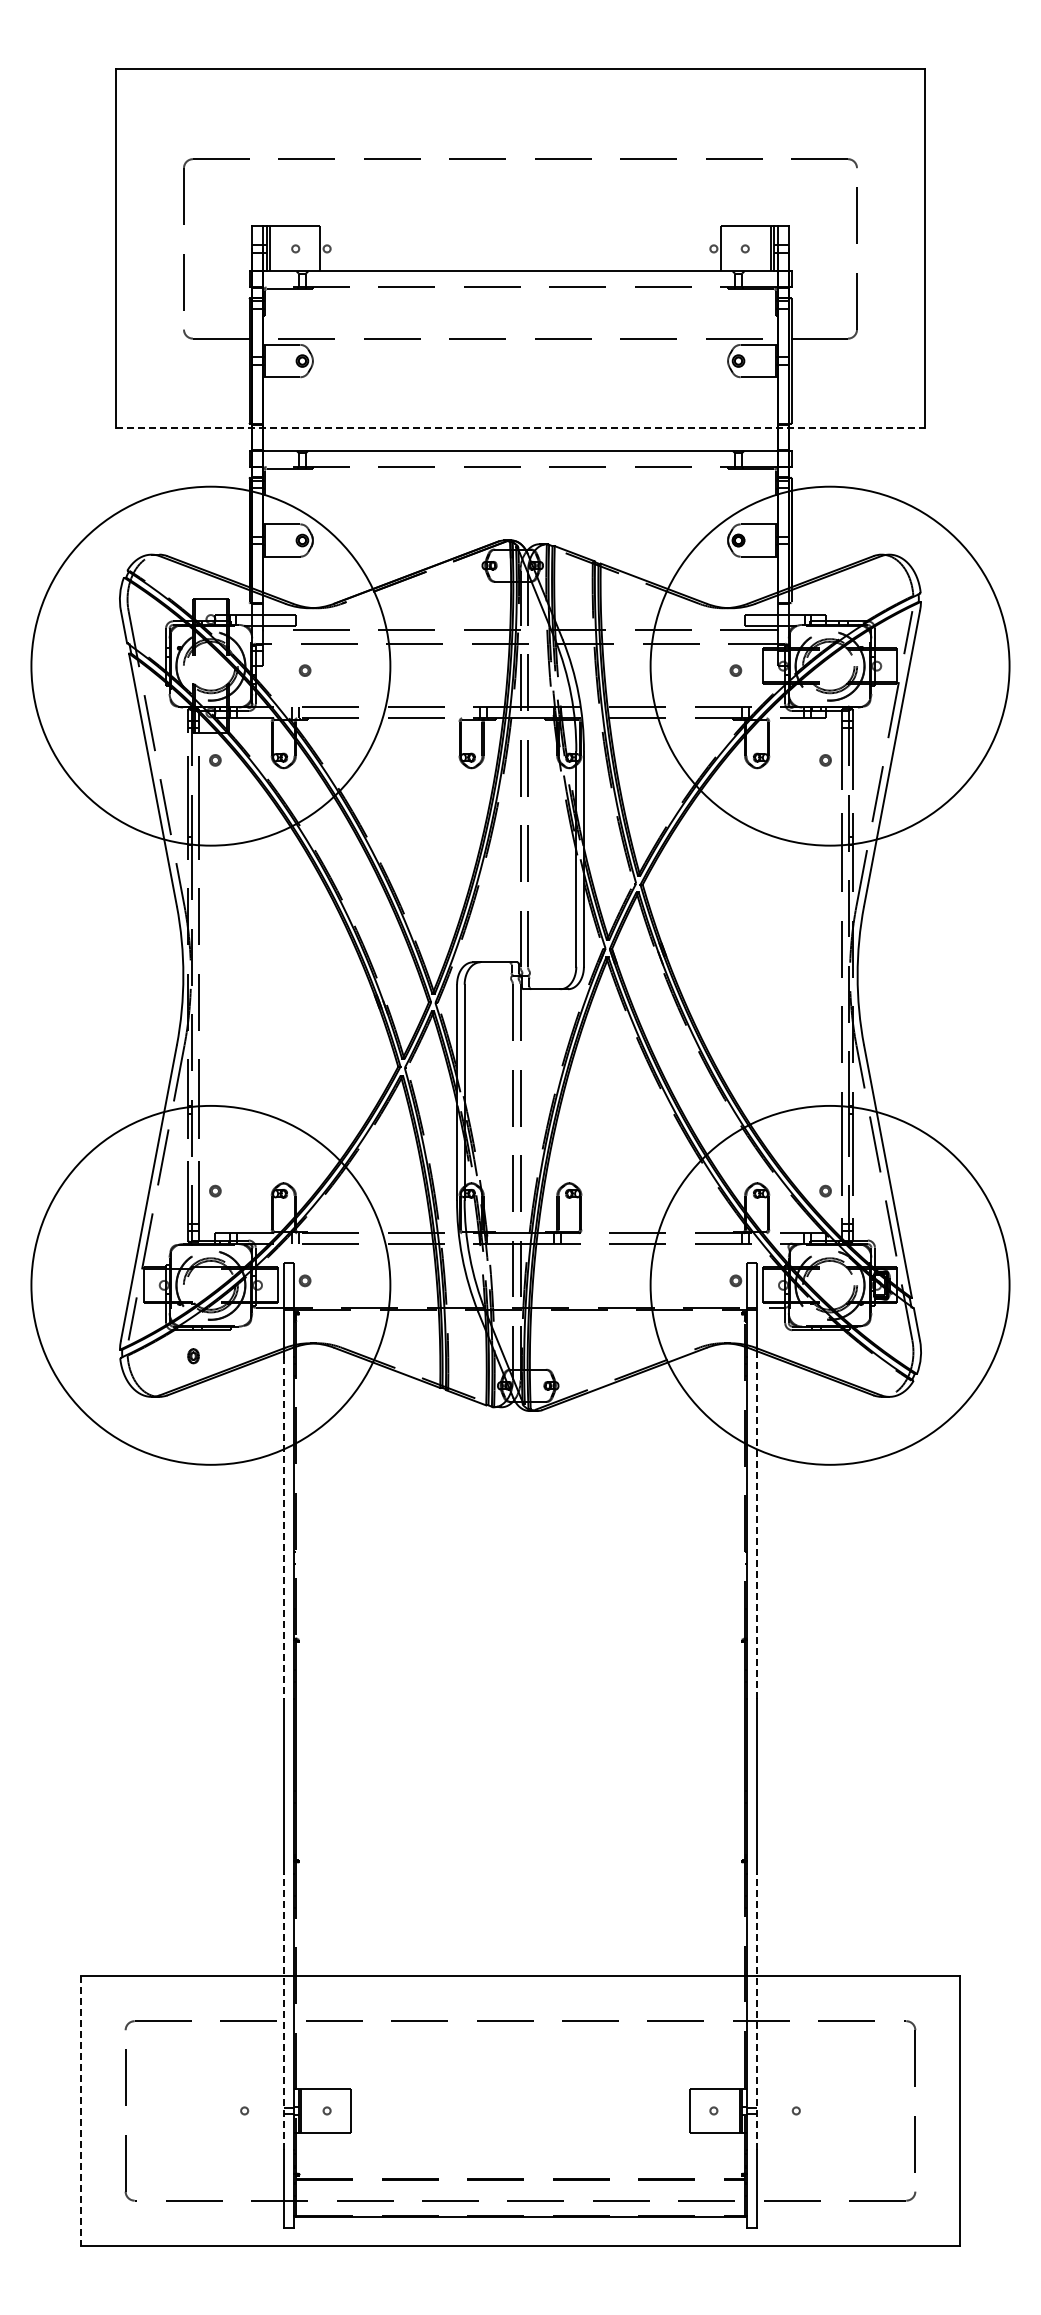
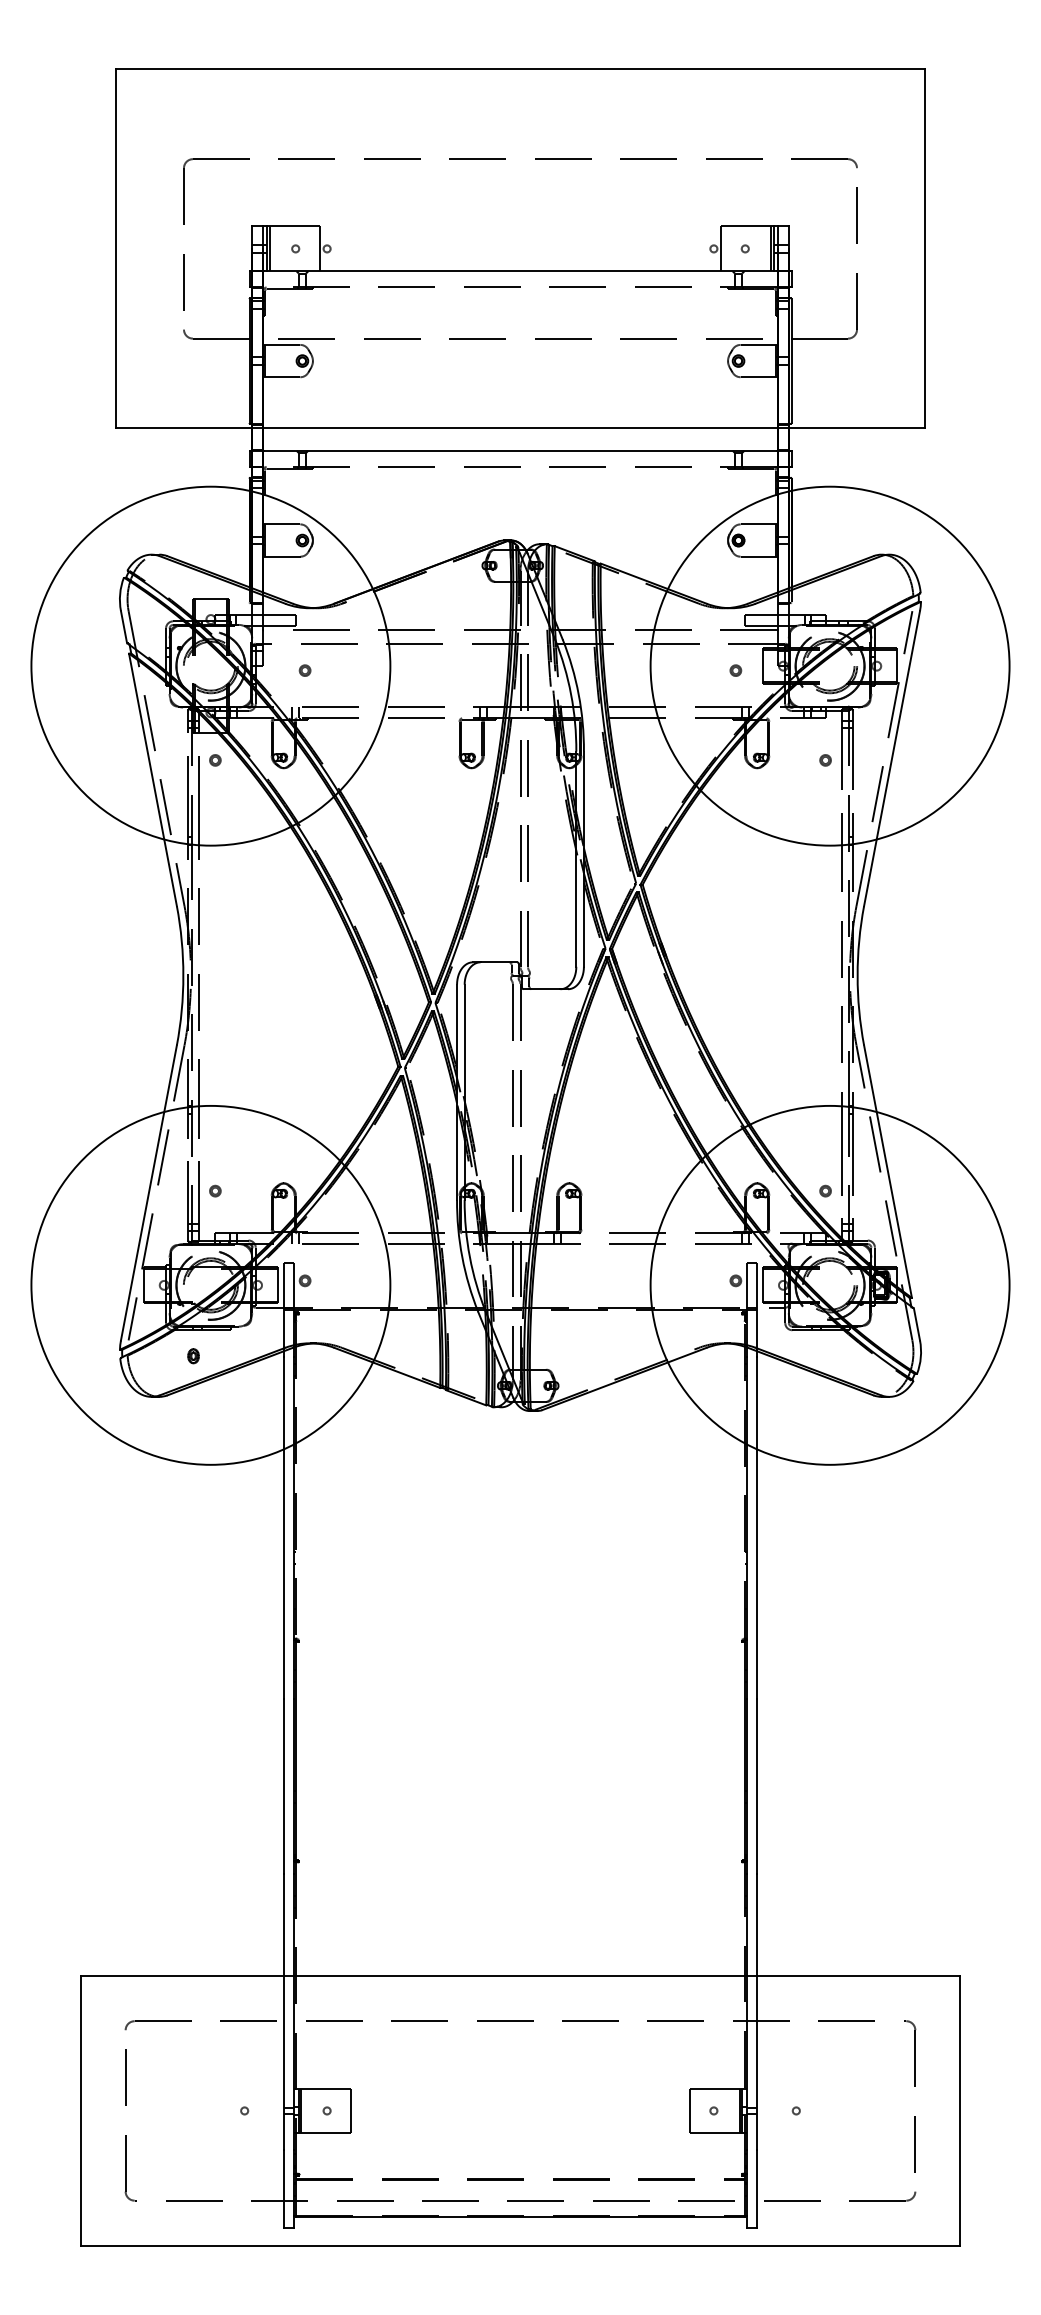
line at (521, 428): dashed -> solid
line at (283, 1528): dashed -> solid
line at (757, 1528): dashed -> solid
line at (283, 2011): dashed -> solid
line at (757, 2011): dashed -> solid
line at (80, 2110): dashed -> solid
